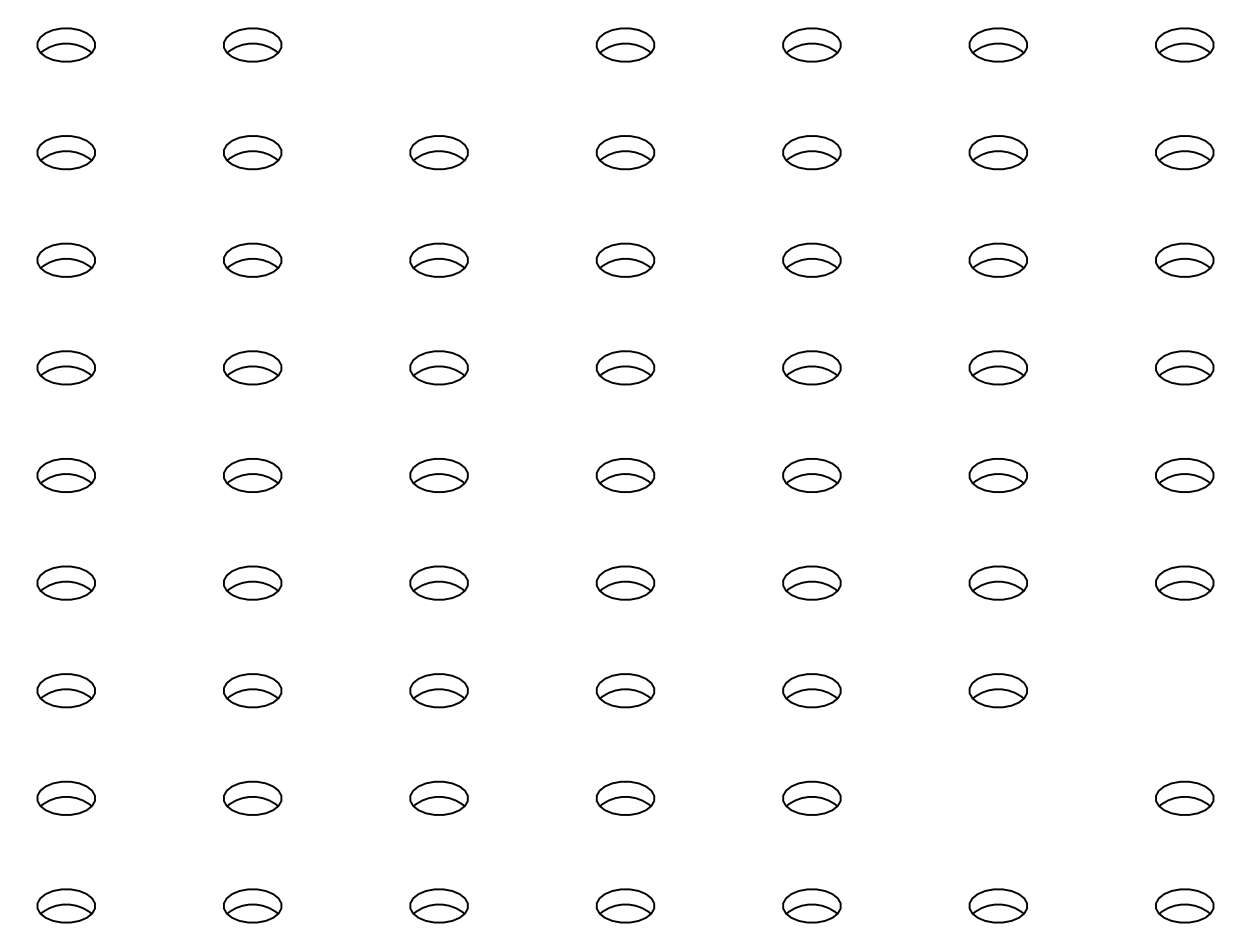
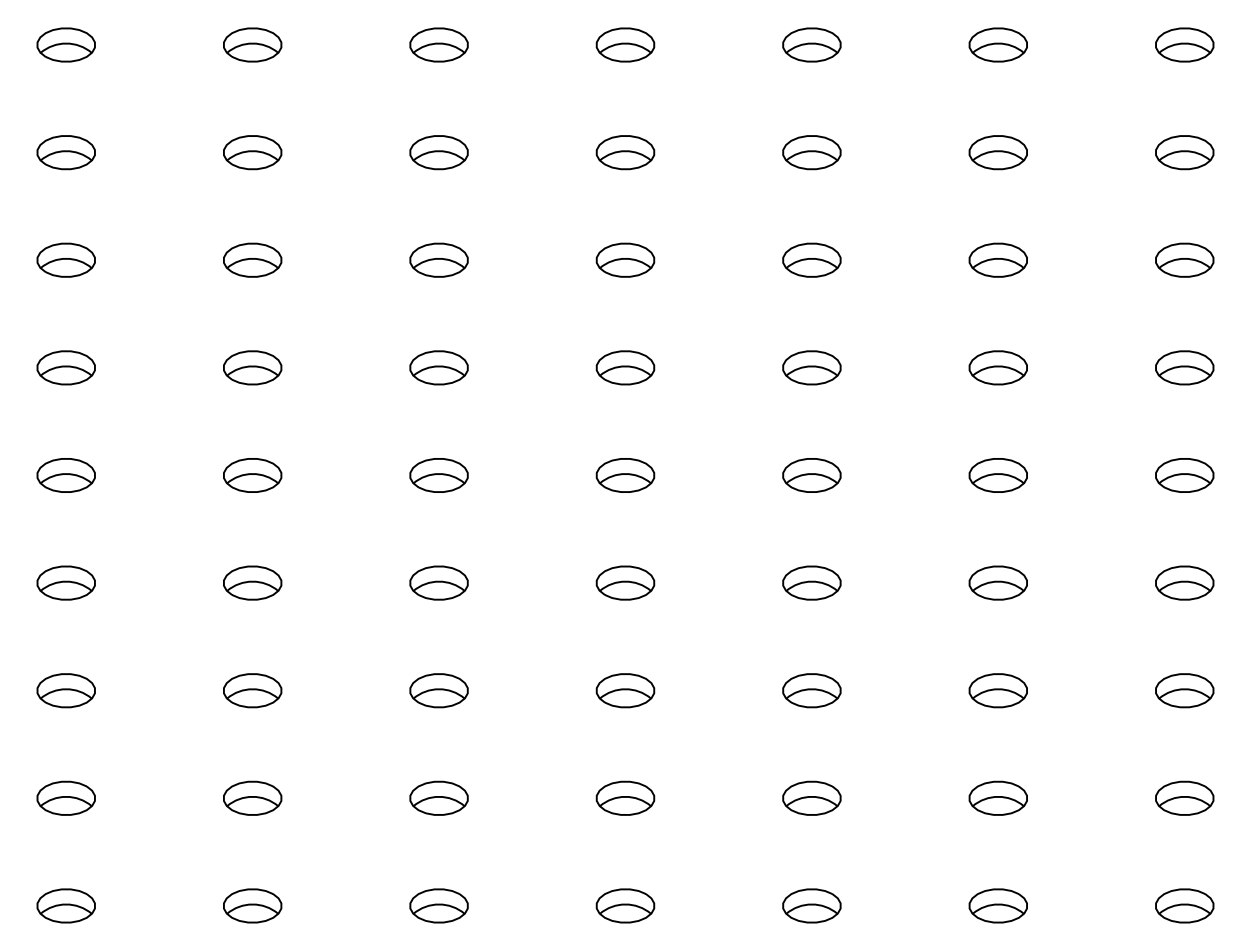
part at (438, 44): none -> present
part at (1184, 690): none -> present
part at (997, 797): none -> present
